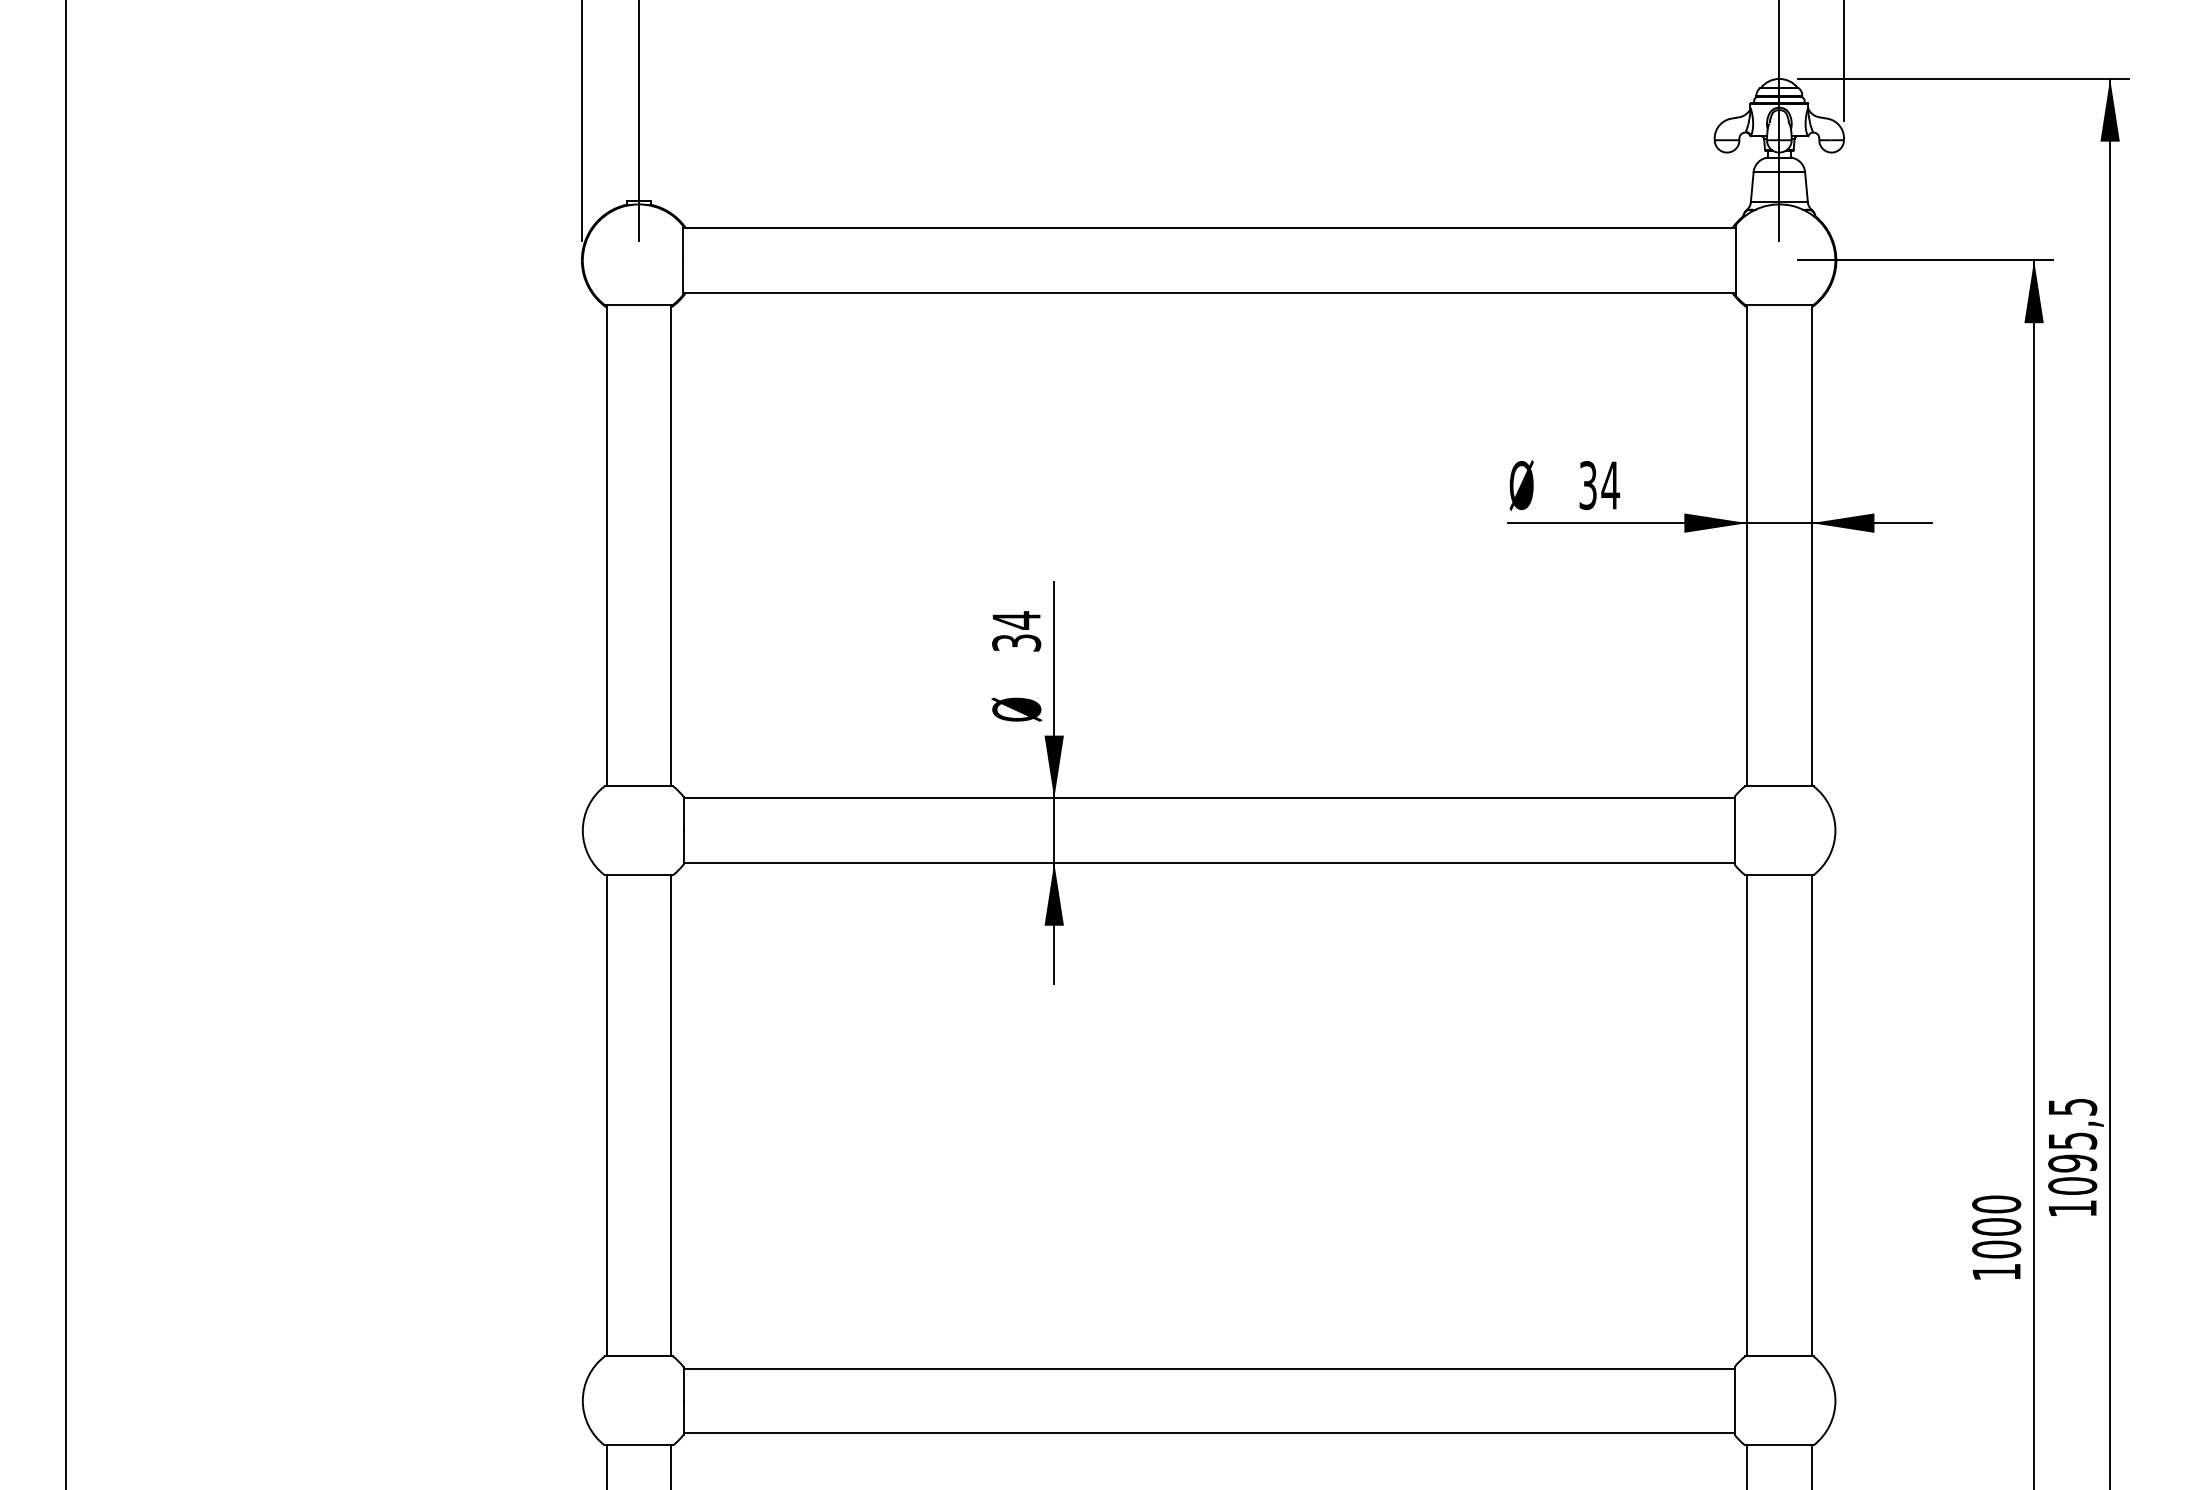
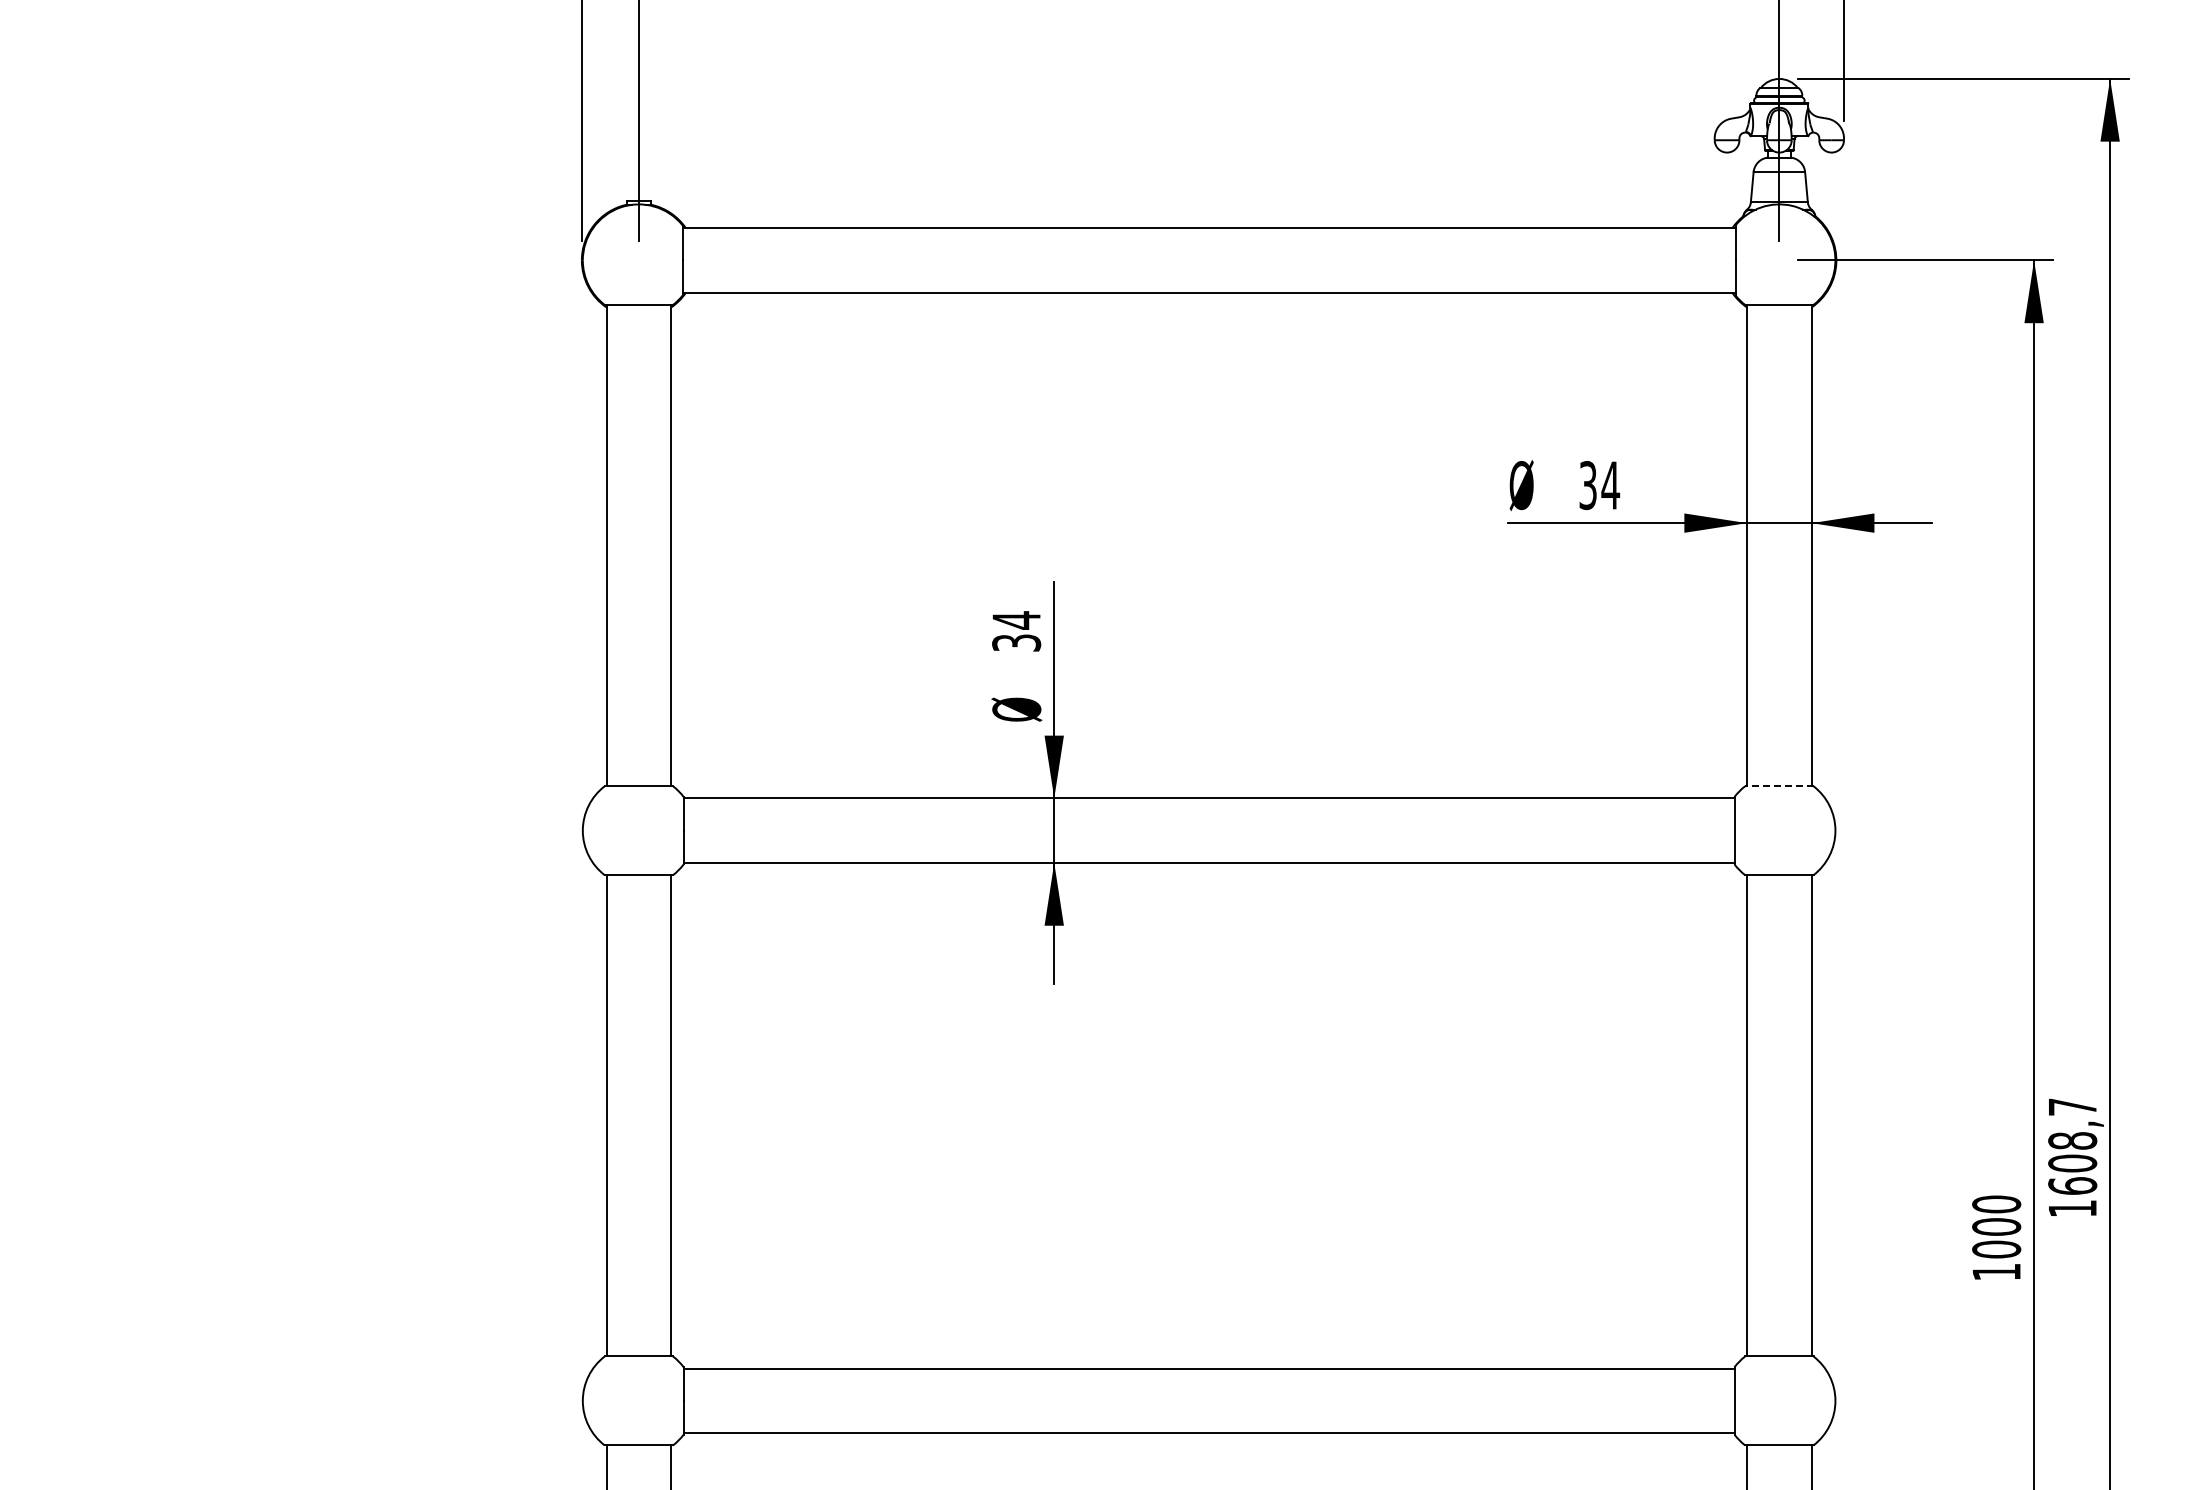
line at (65, 744): present -> none
line at (1778, 786): solid -> dashed
text at (2072, 1146): 1095,5 -> 1608,7
